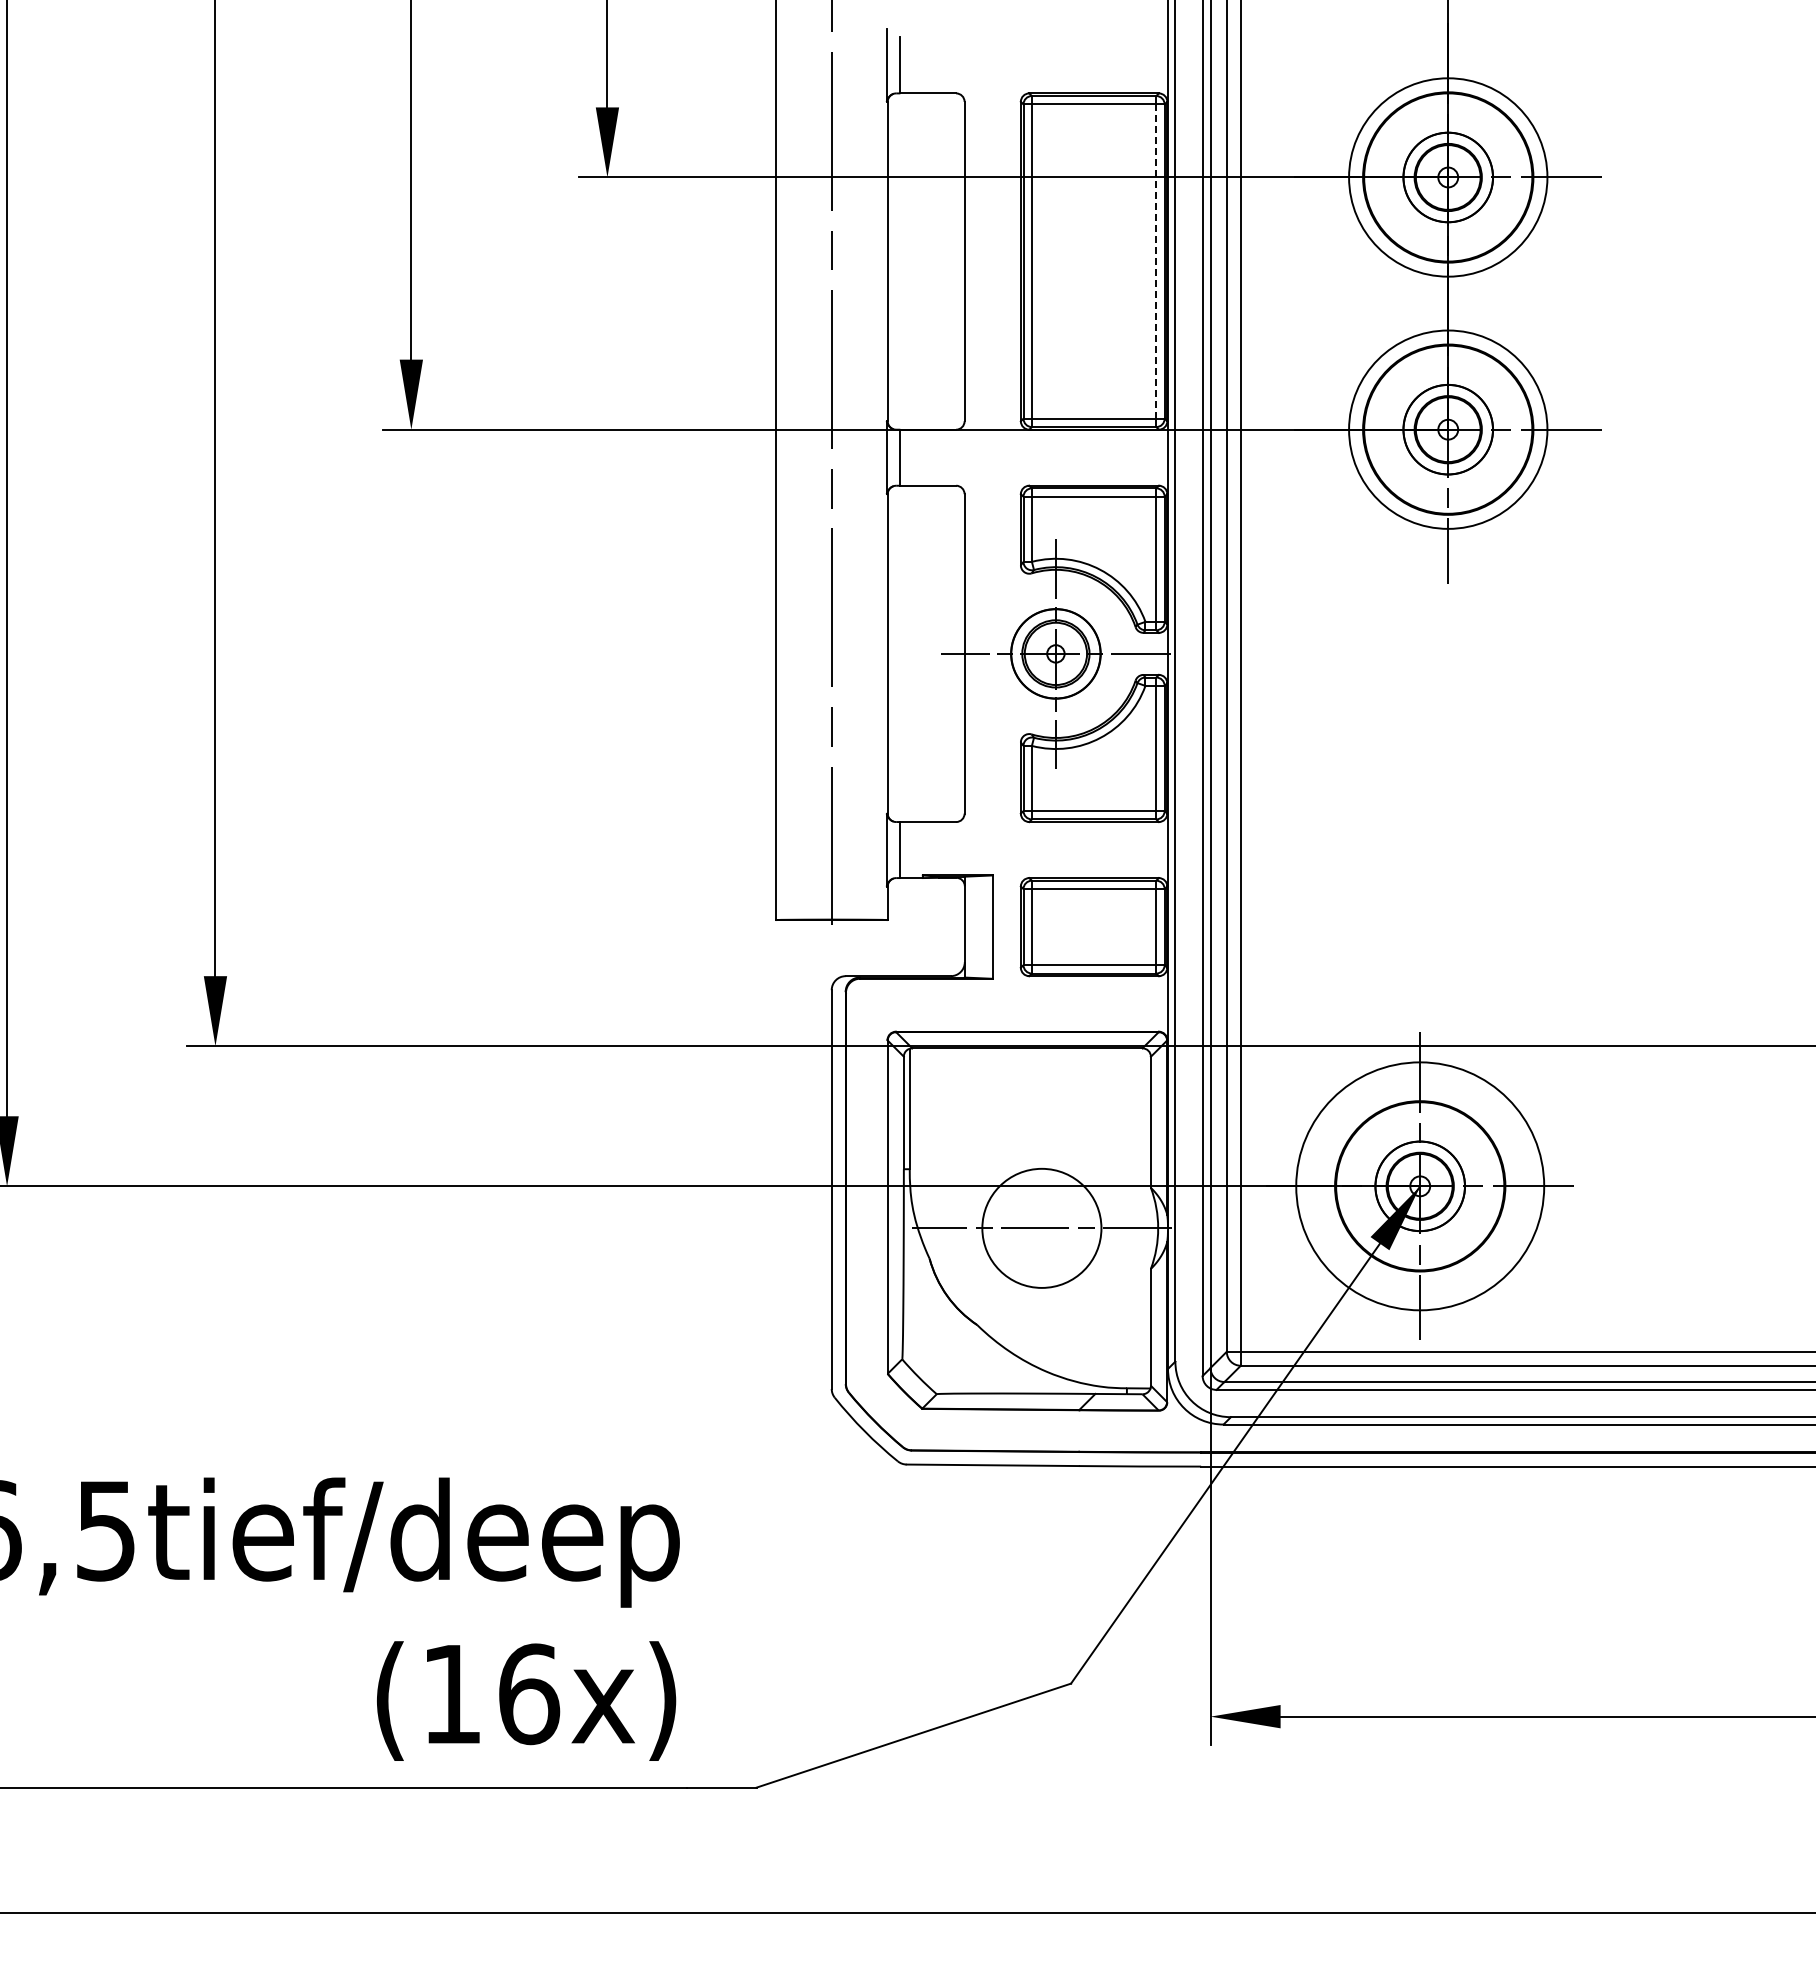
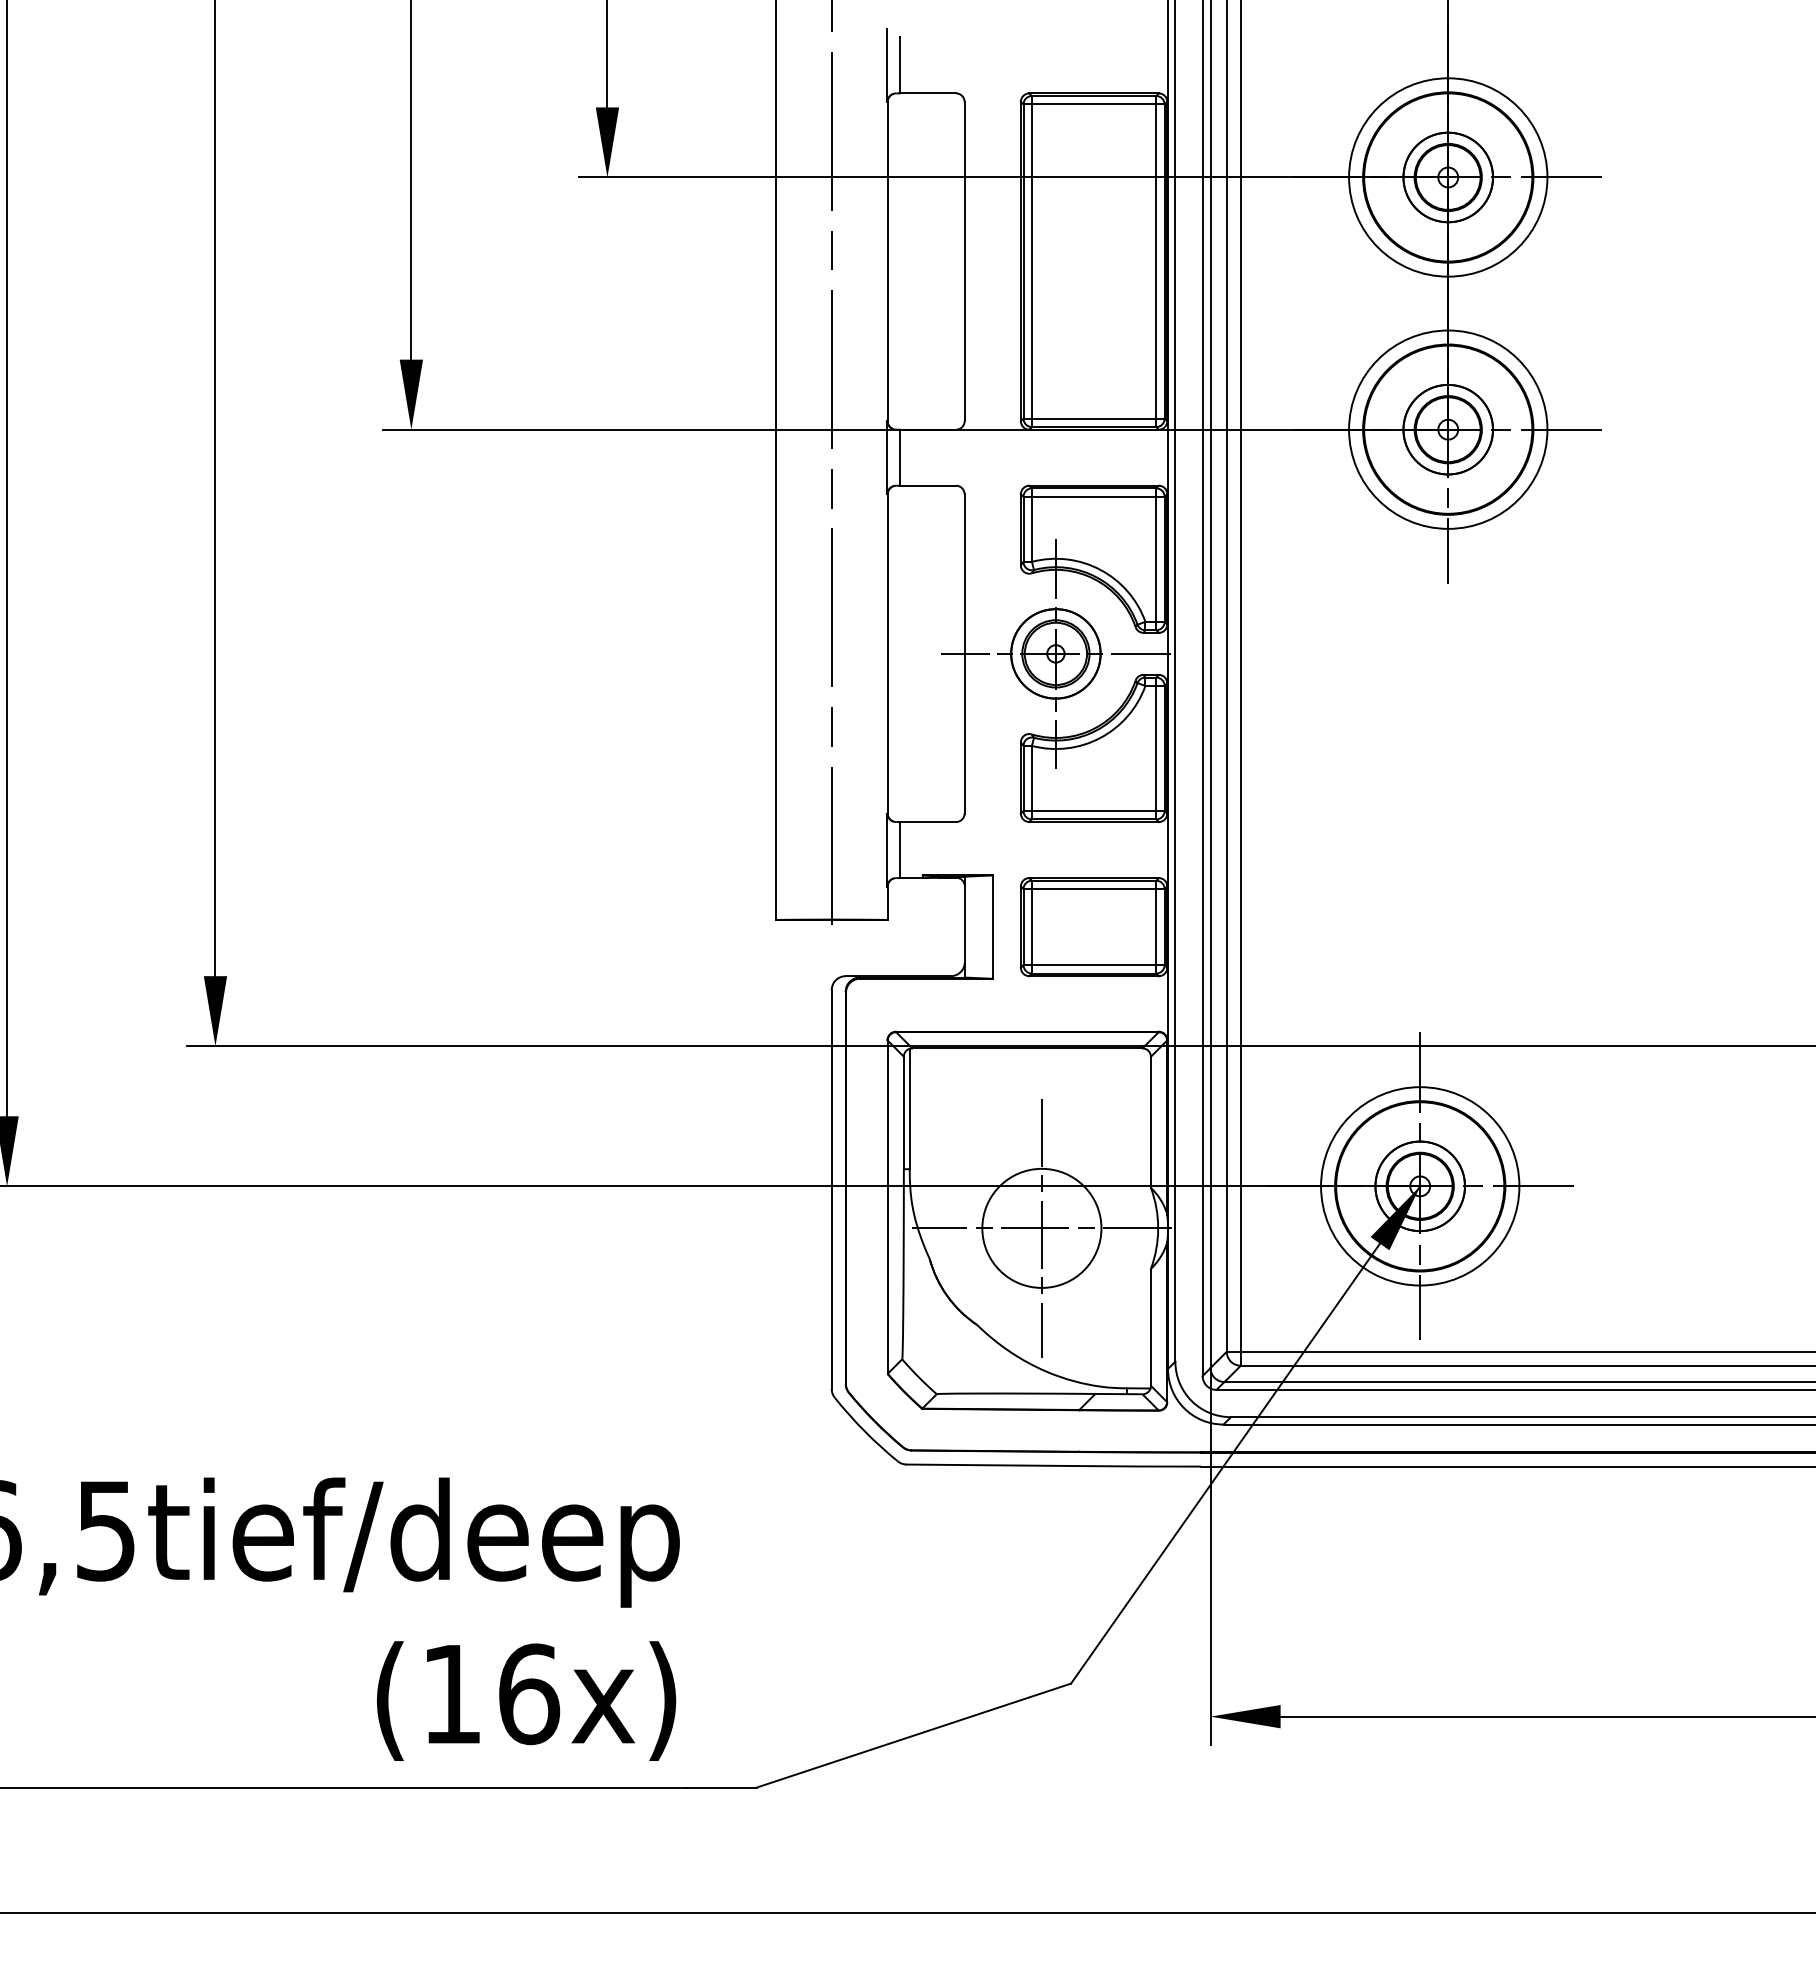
line at (1156, 262): dashed -> solid
circle at (1420, 1186) diameter: 248 px -> 198 px
line at (1041, 1228): none -> present
